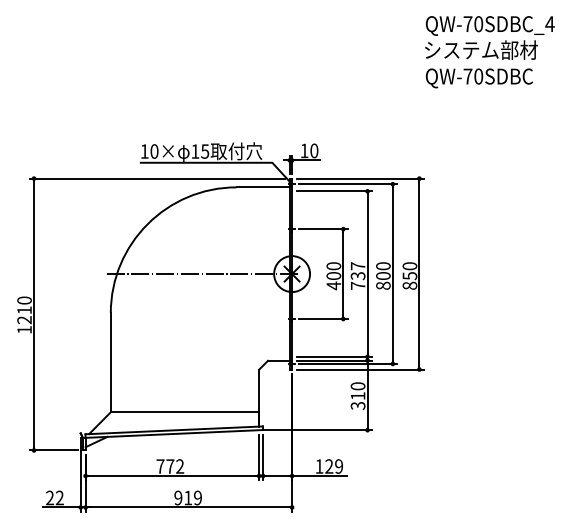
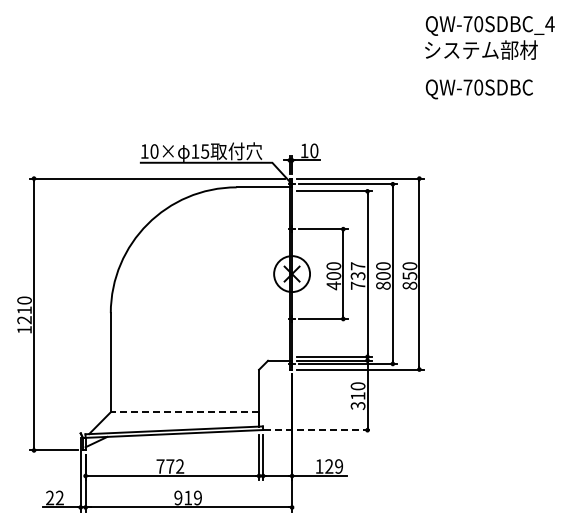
text at (478, 78) position: (478, 78) -> (478, 89)
line at (201, 274): present -> none
line at (184, 412): solid -> dashed
line at (318, 430): solid -> dashed
